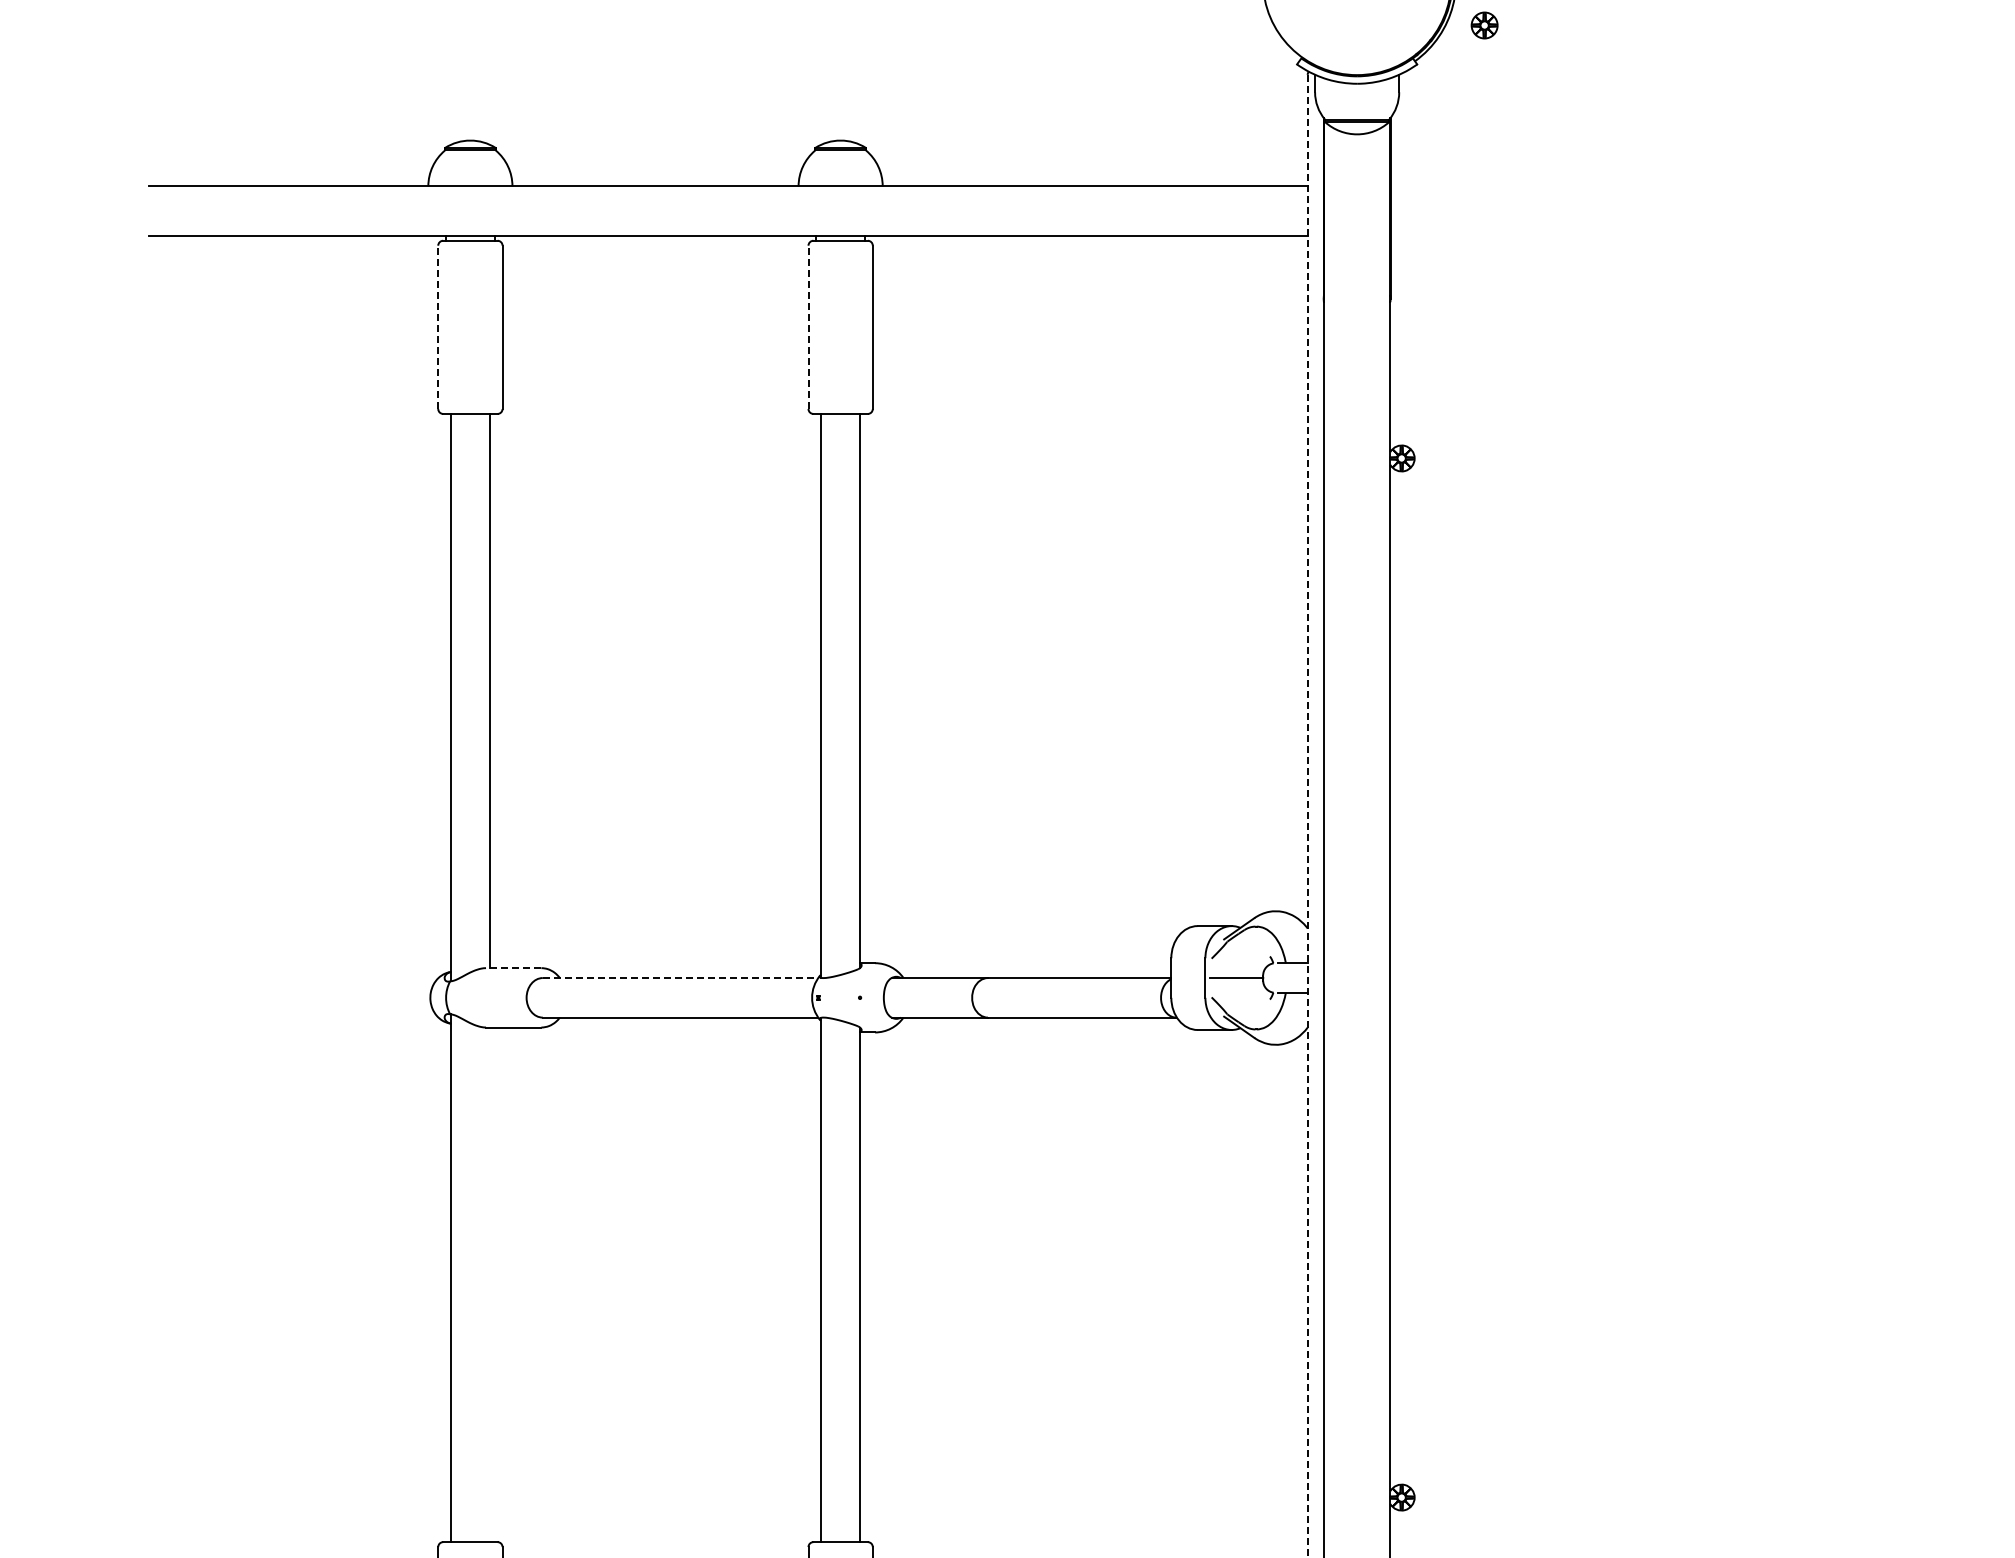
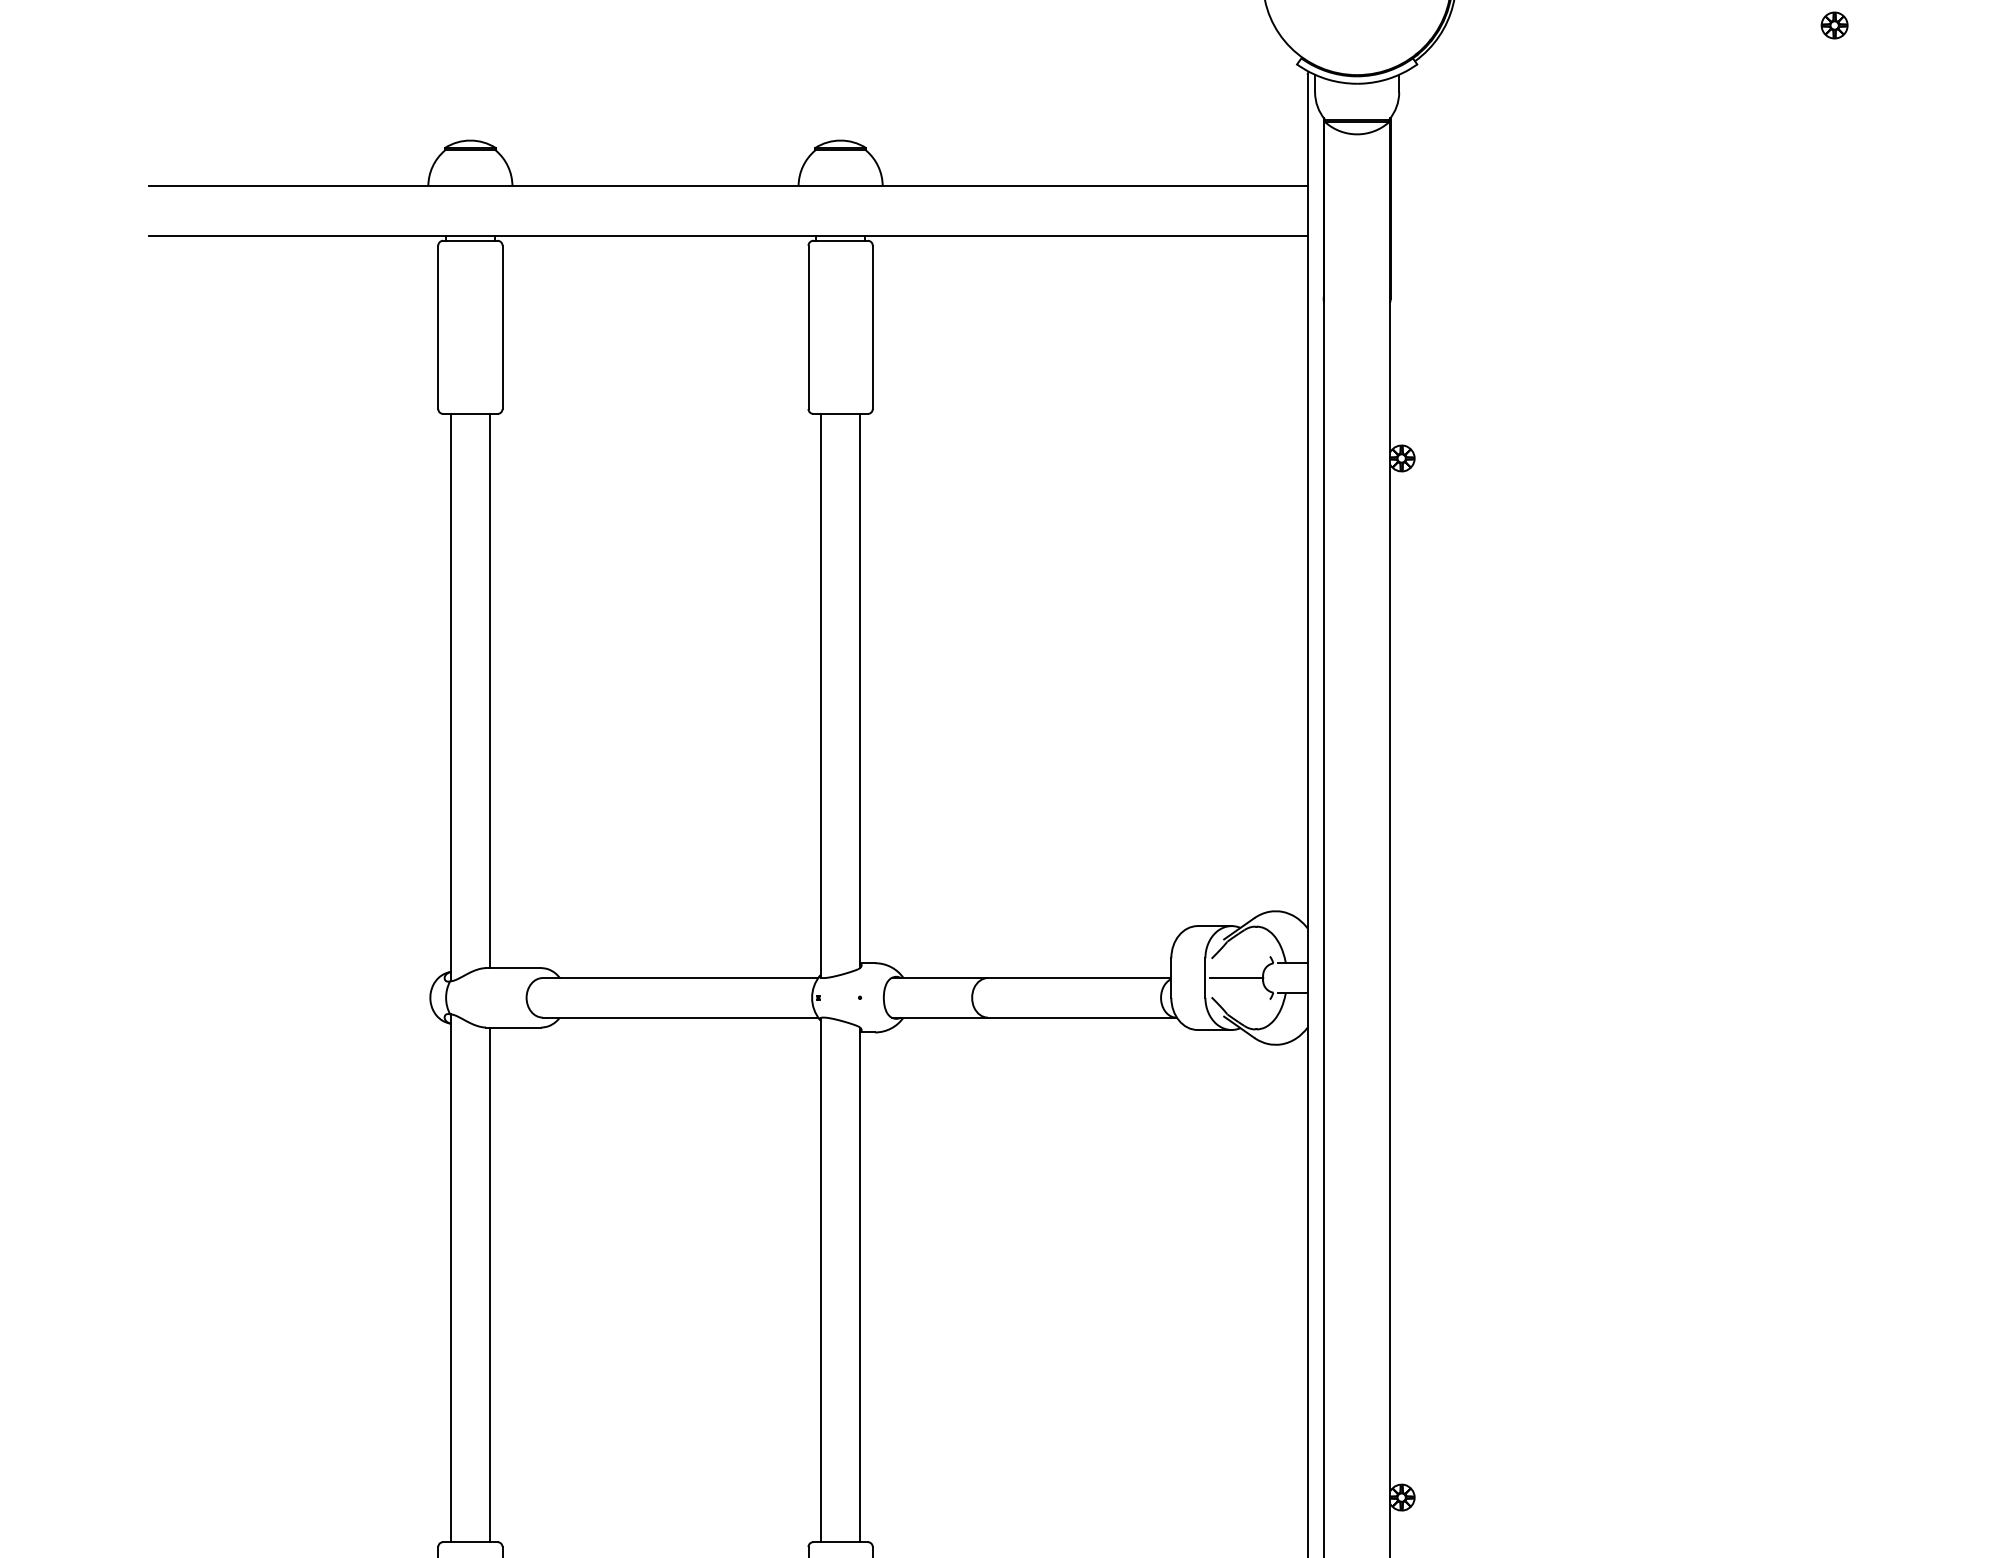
part at (1484, 25) position: (1484, 25) -> (1834, 25)
line at (438, 327): dashed -> solid
line at (808, 327): dashed -> solid
line at (1307, 816): dashed -> solid
line at (513, 968): dashed -> solid
line at (680, 978): dashed -> solid
line at (490, 1284): none -> present
